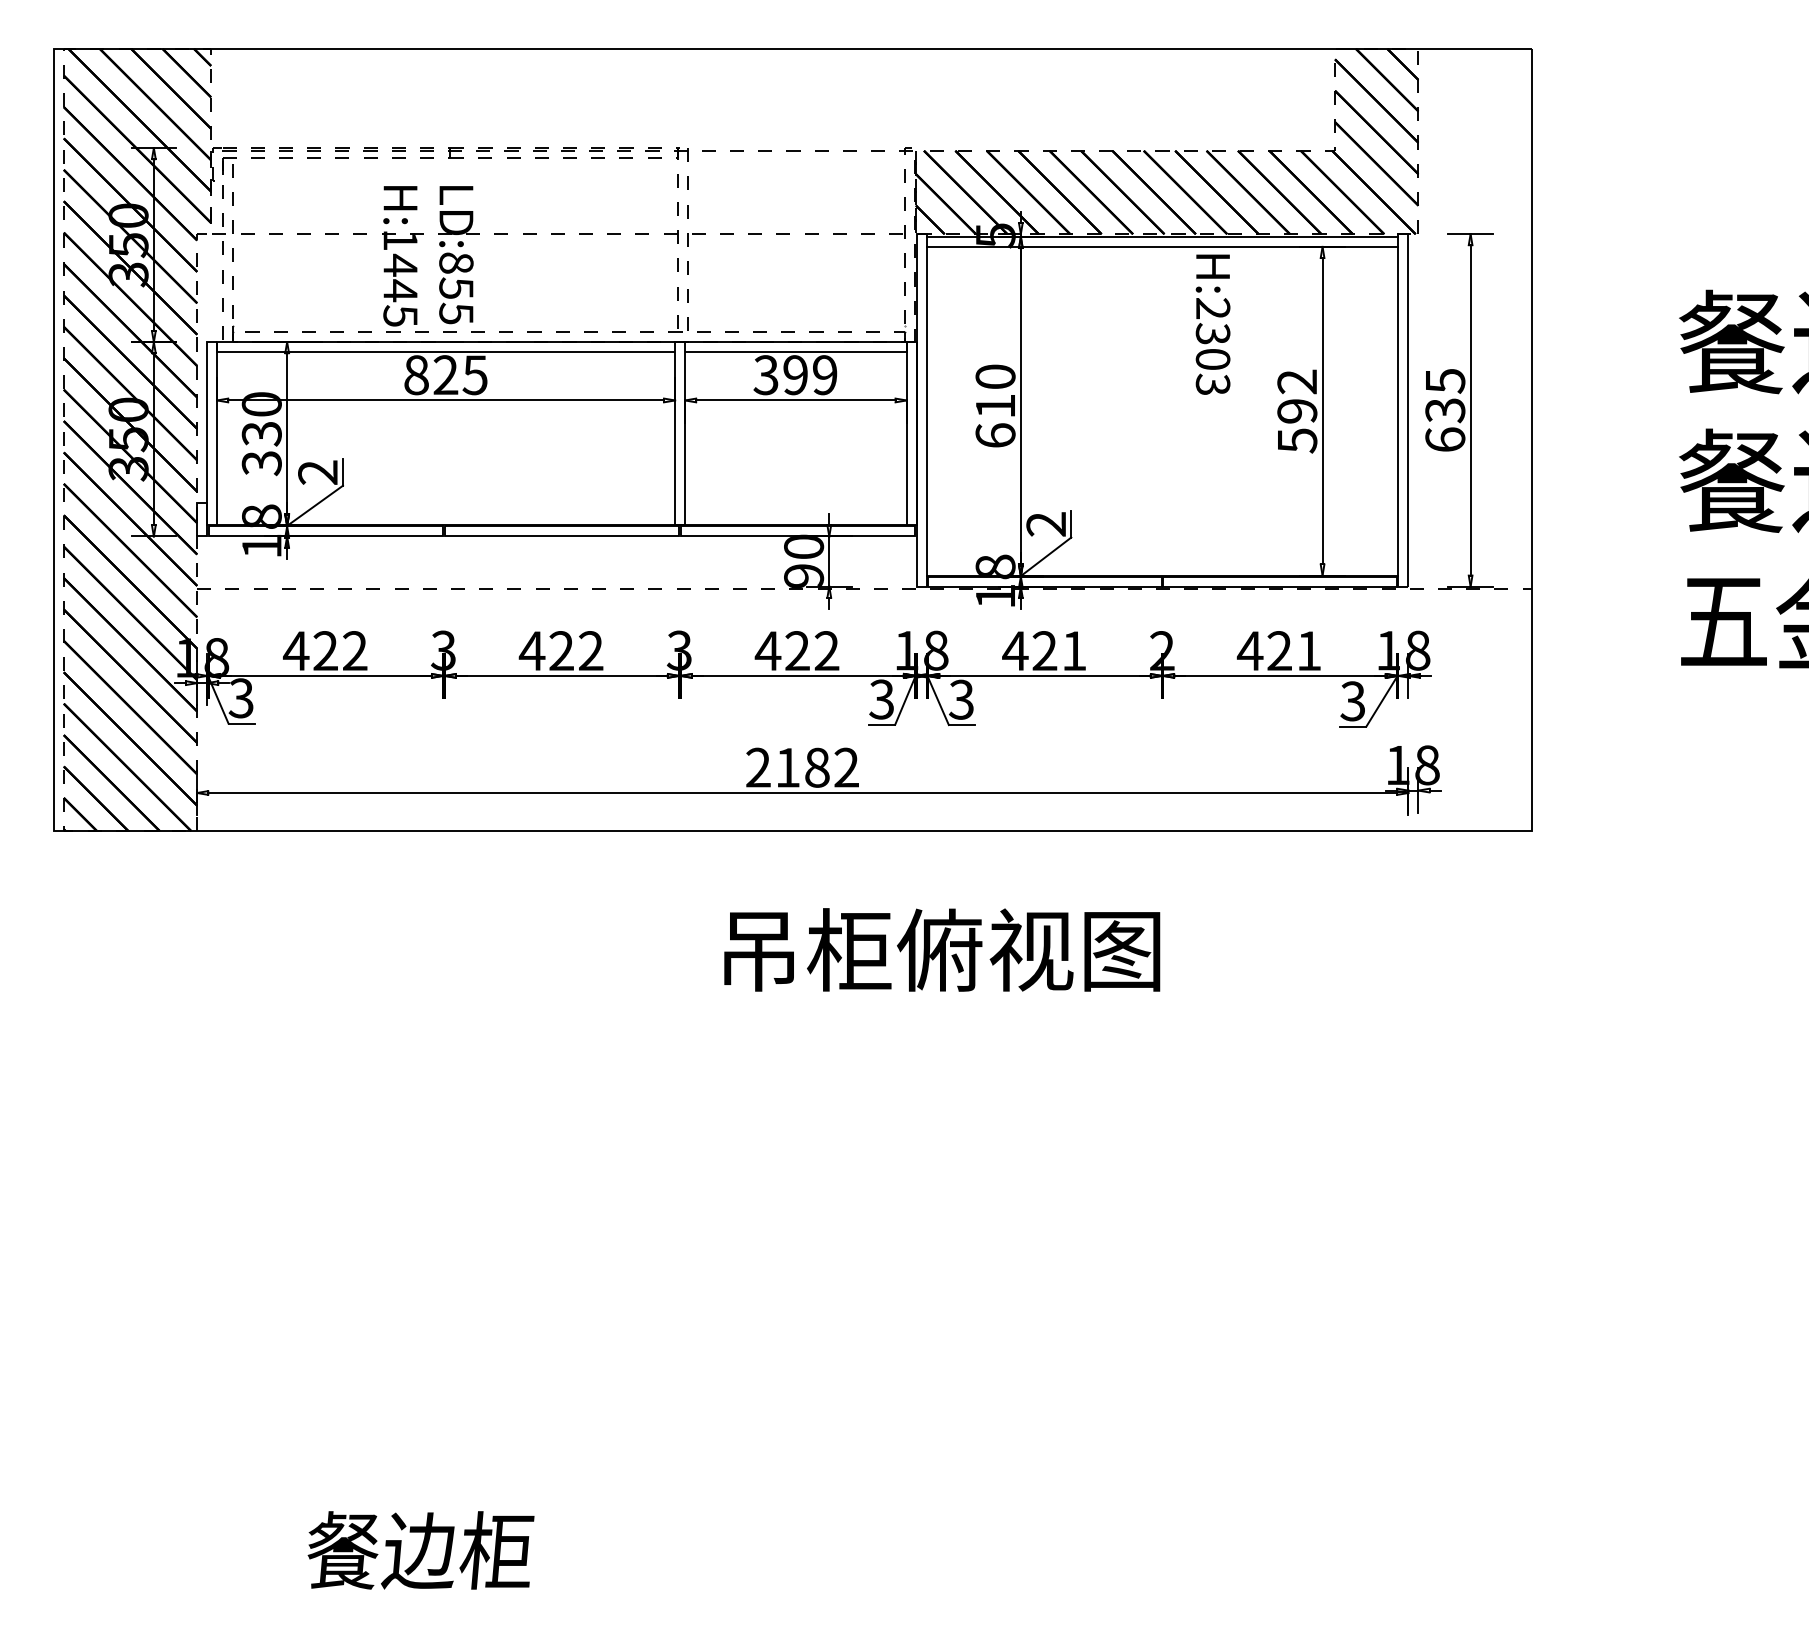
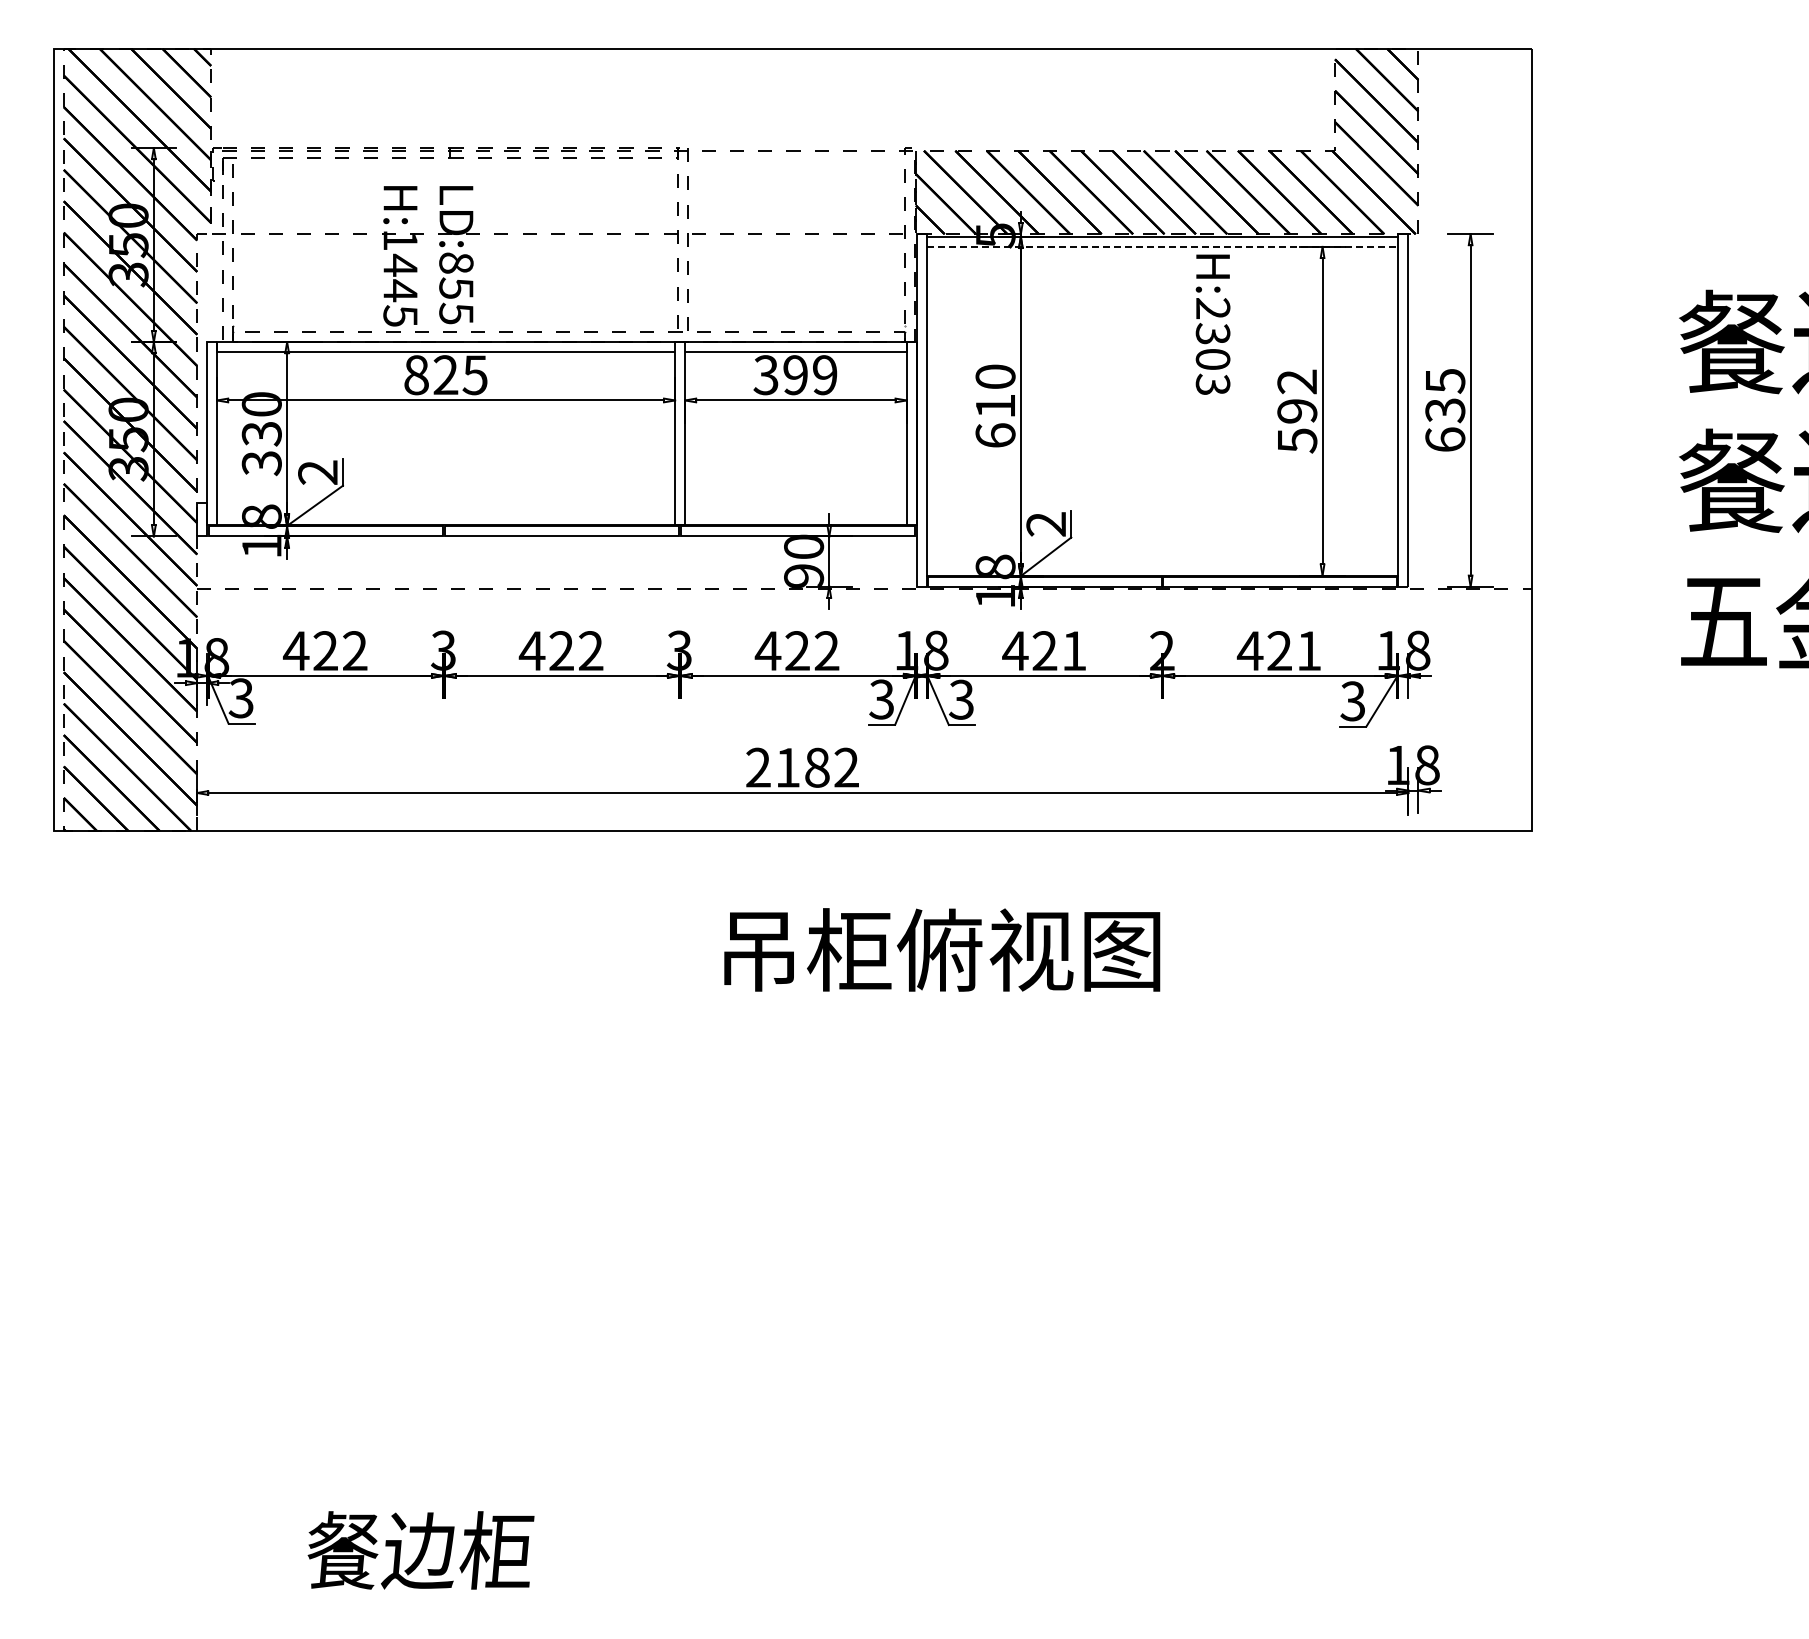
line at (1162, 246): solid -> dashed
